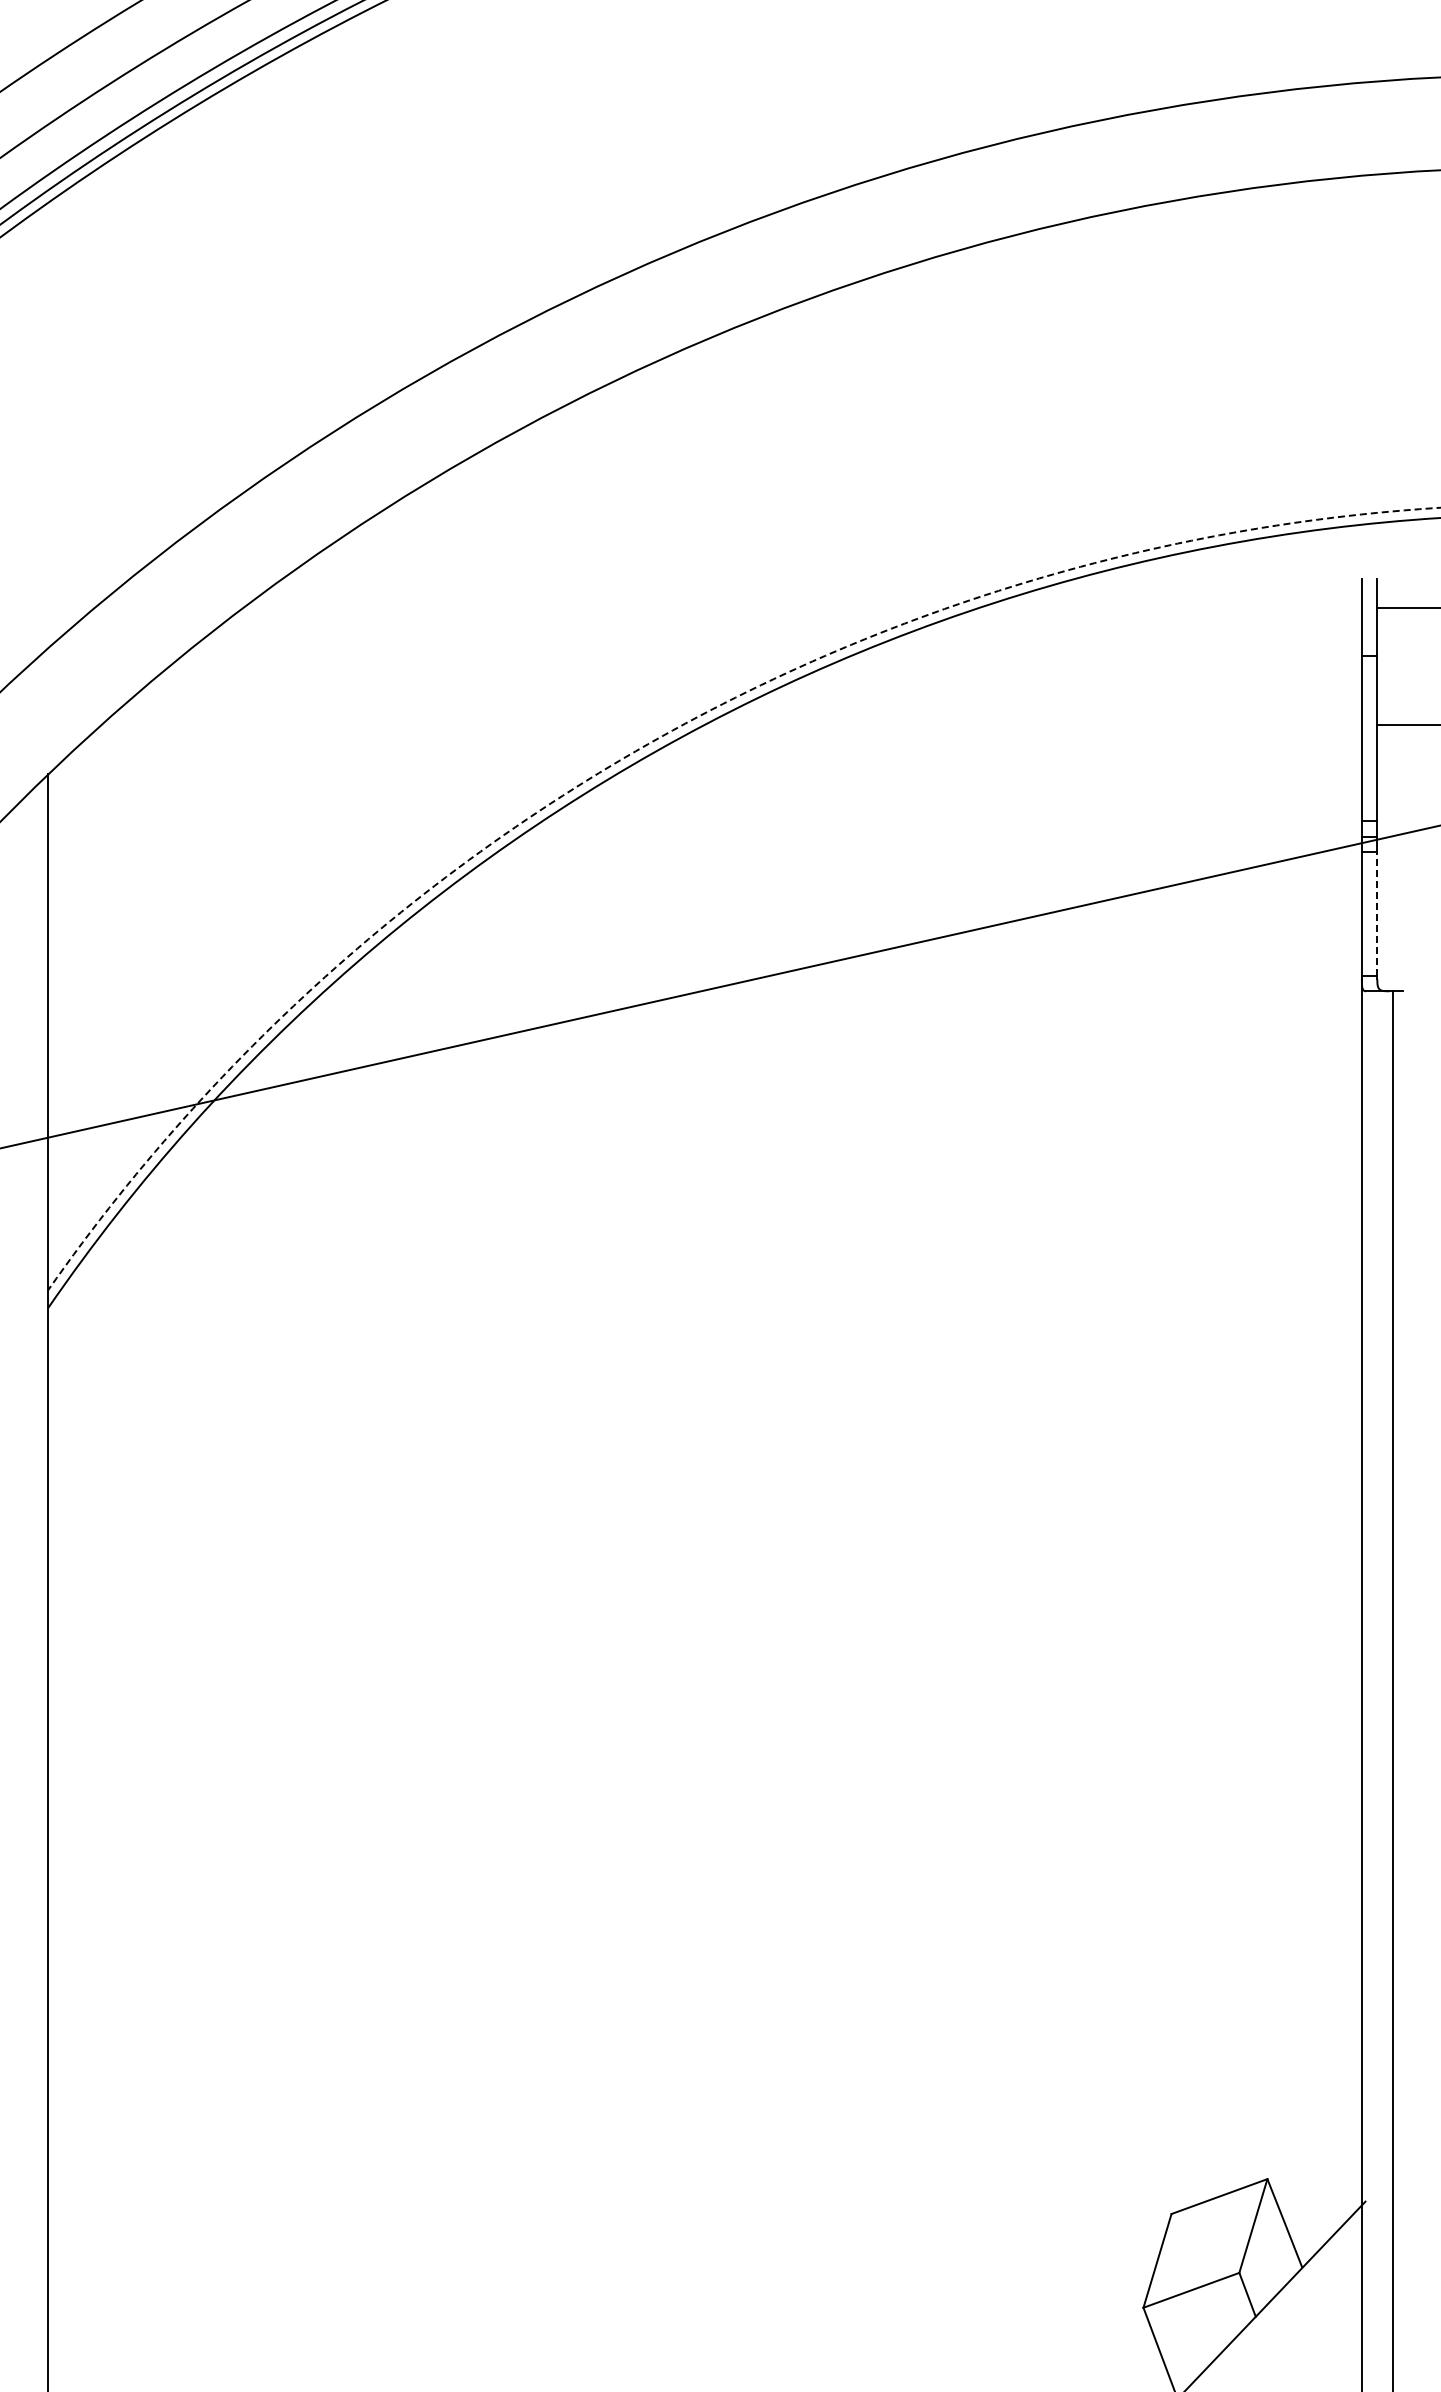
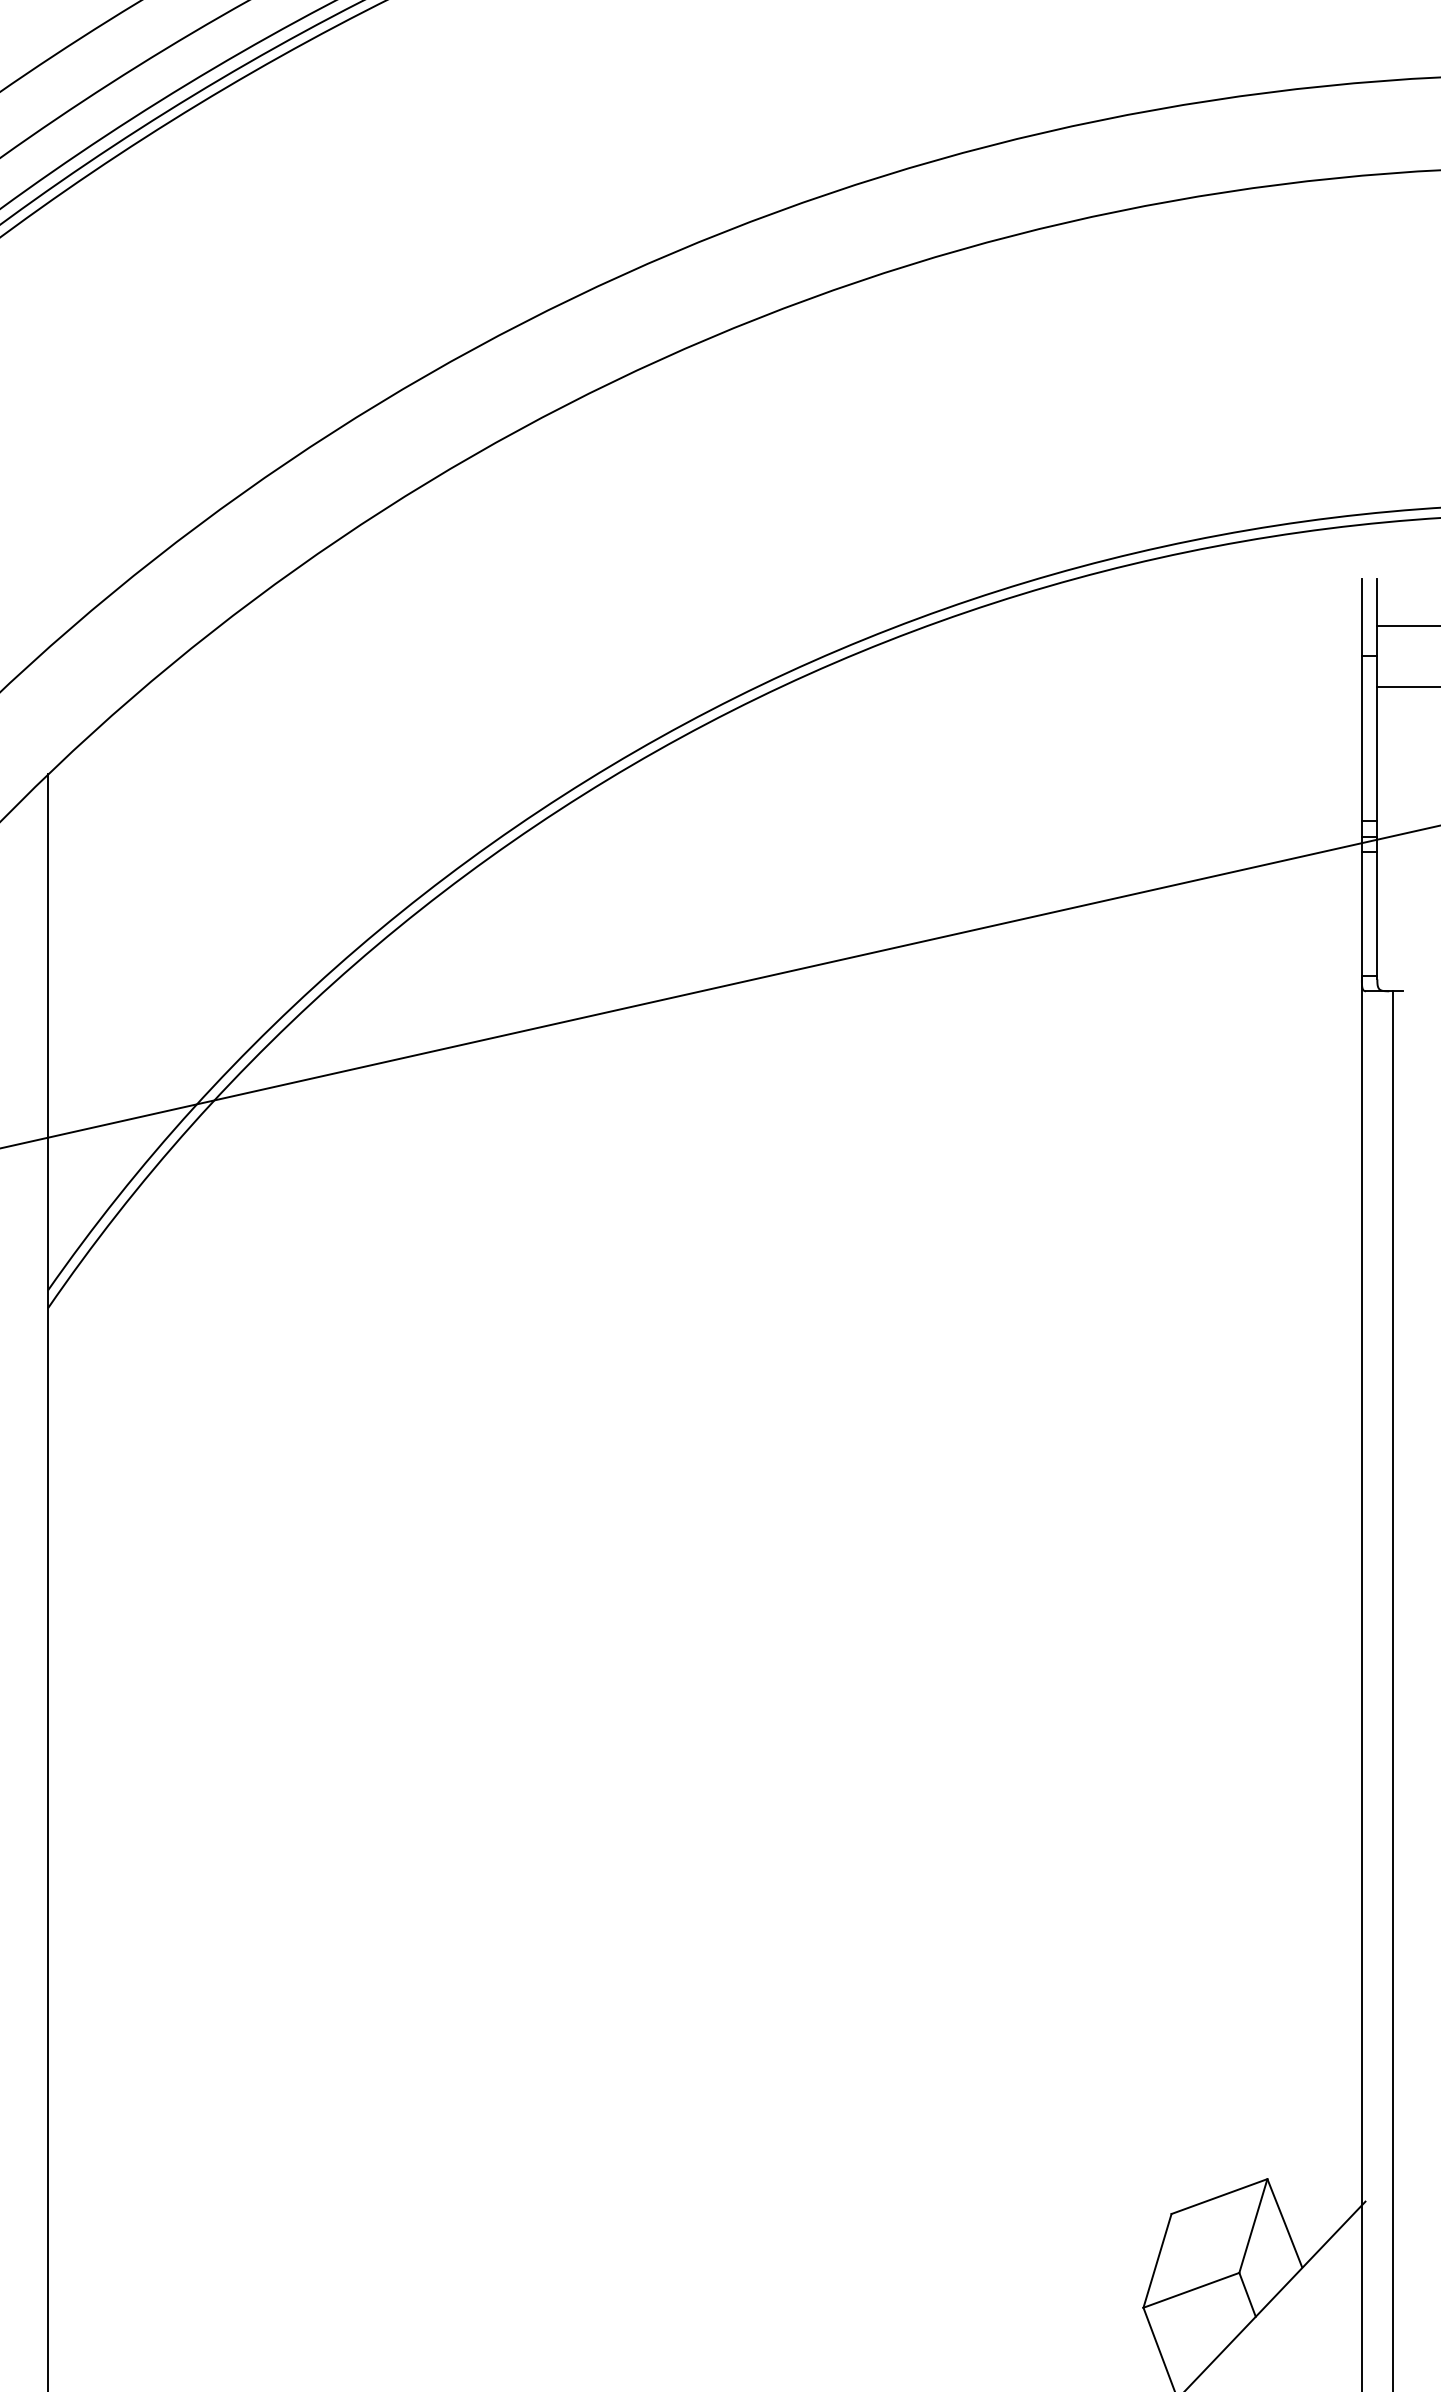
line at (1407, 607) position: (1407, 607) -> (1407, 625)
line at (1407, 725) position: (1407, 725) -> (1407, 687)
arc at (654, 740): dashed -> solid
line at (1377, 914): dashed -> solid
